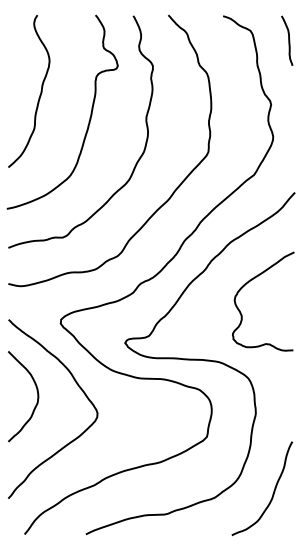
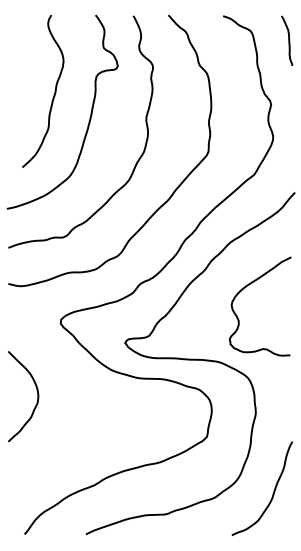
curve at (39, 94) position: (39, 94) -> (53, 94)
curve at (248, 283) position: (248, 283) -> (245, 288)
curve at (79, 388): present -> none
